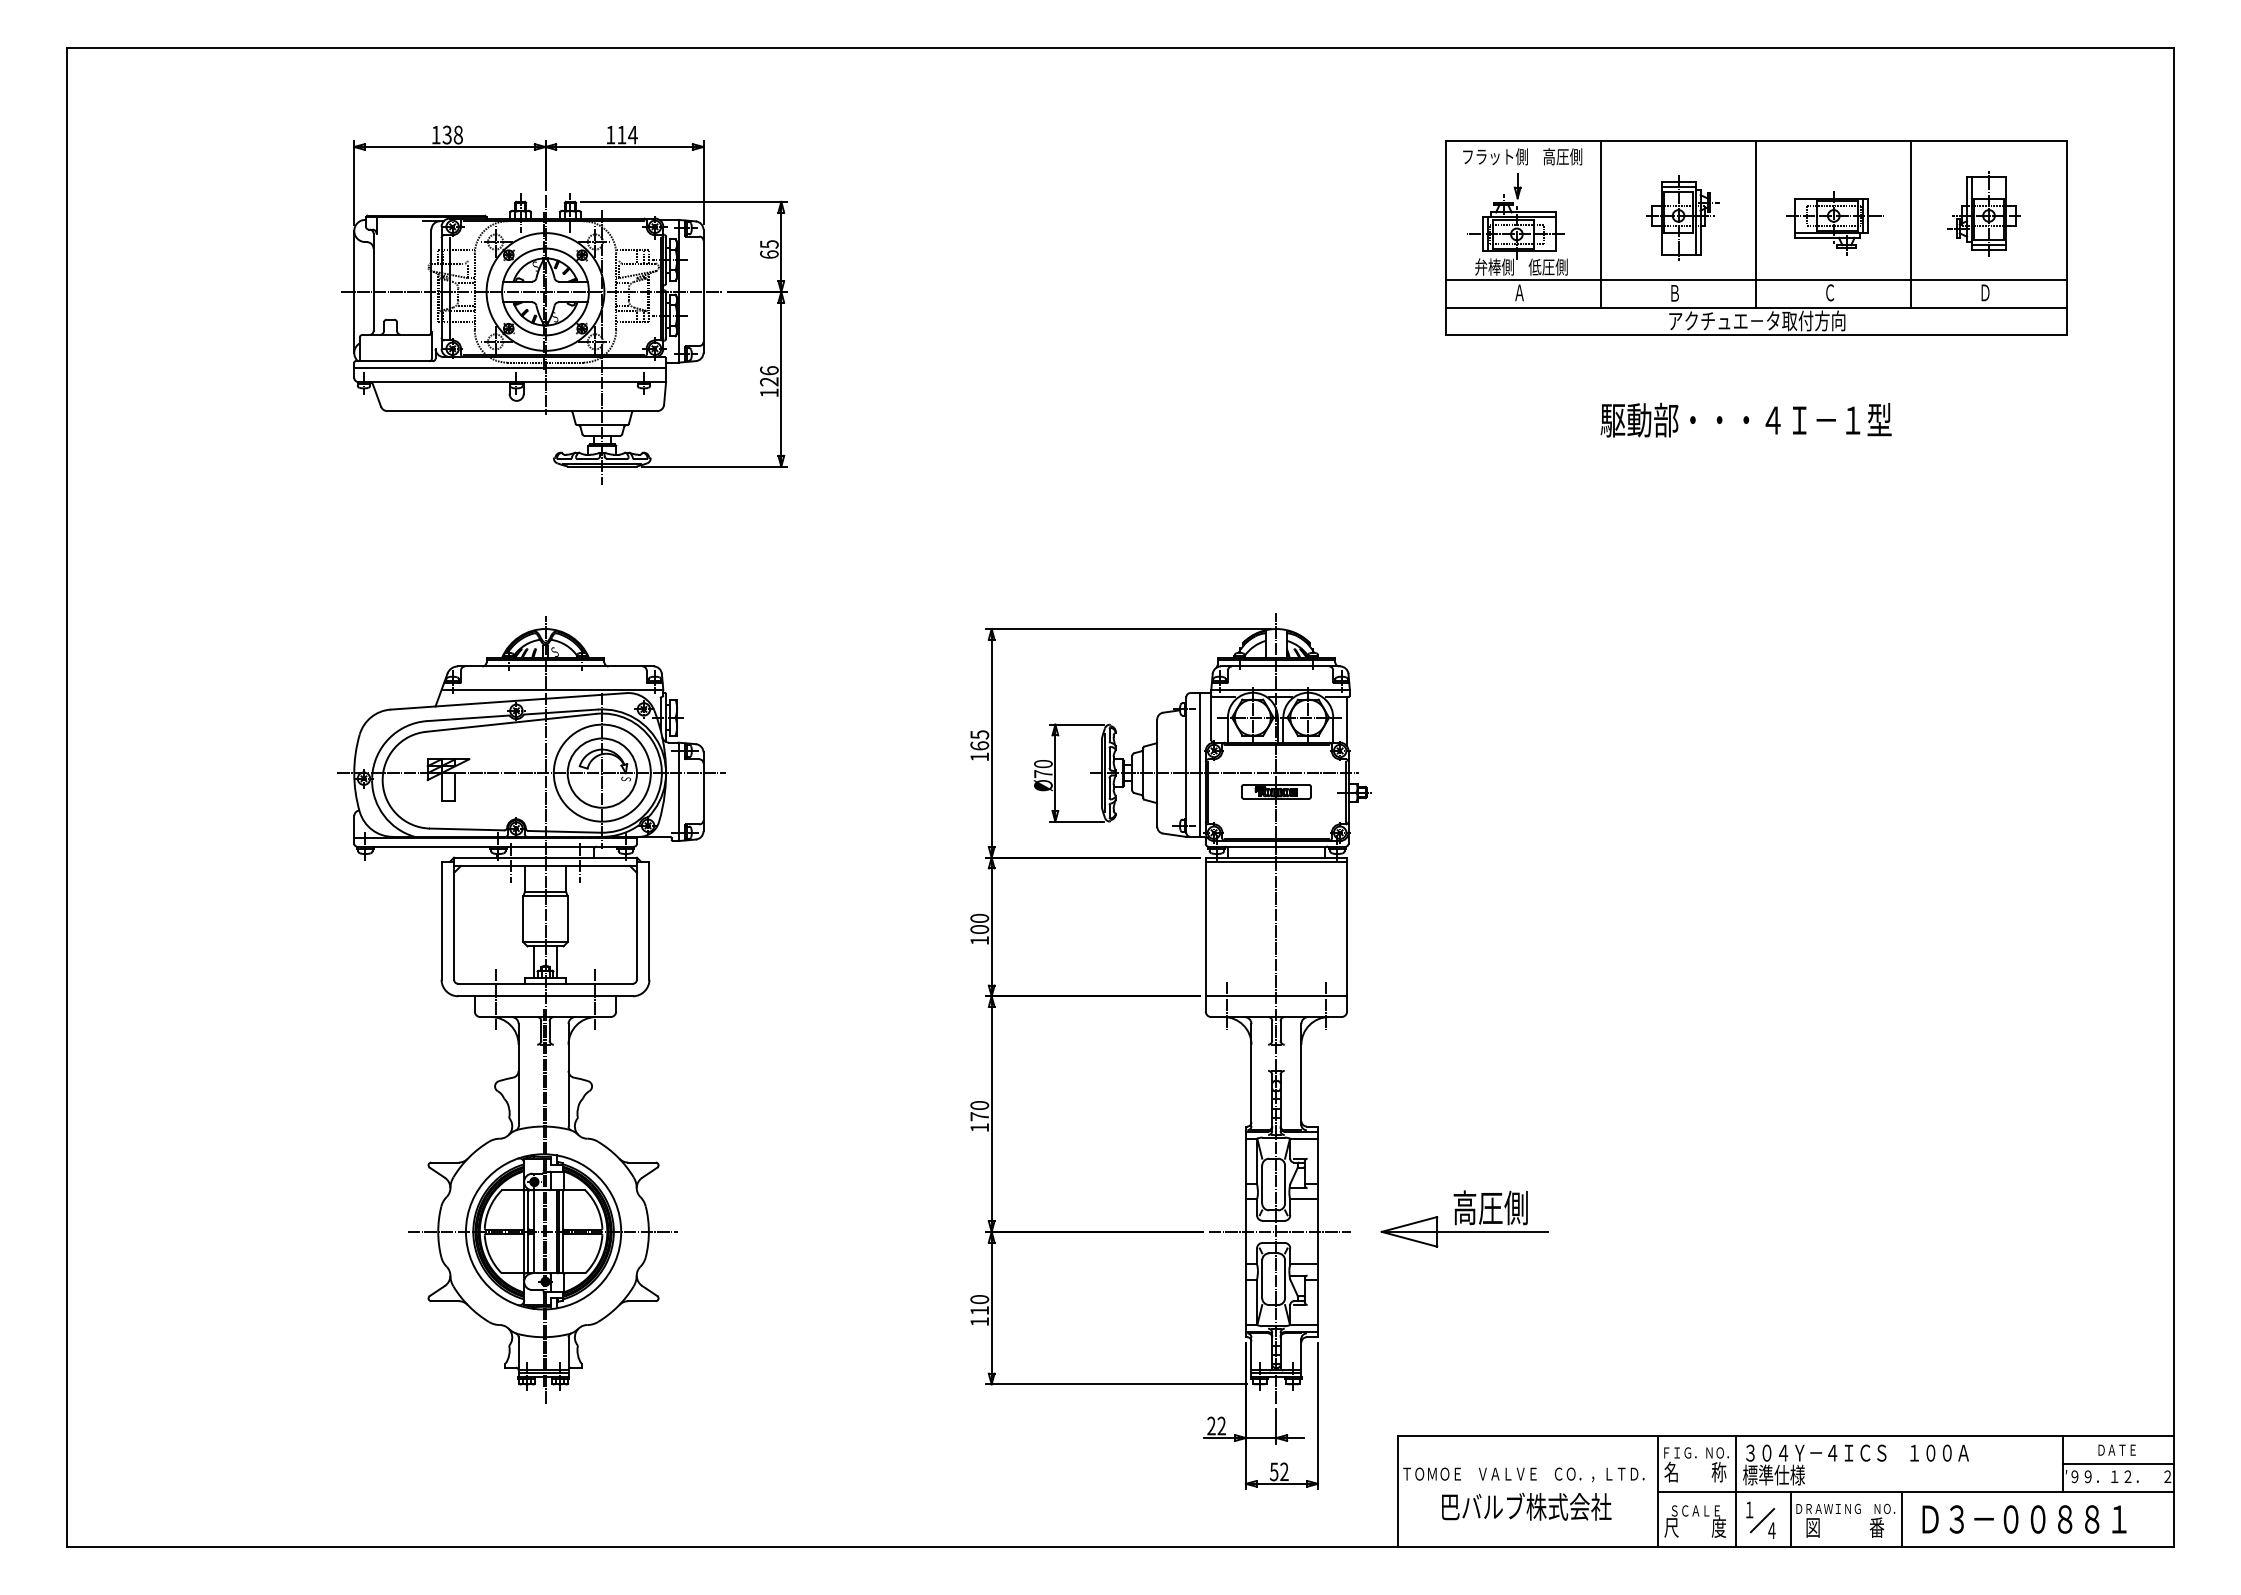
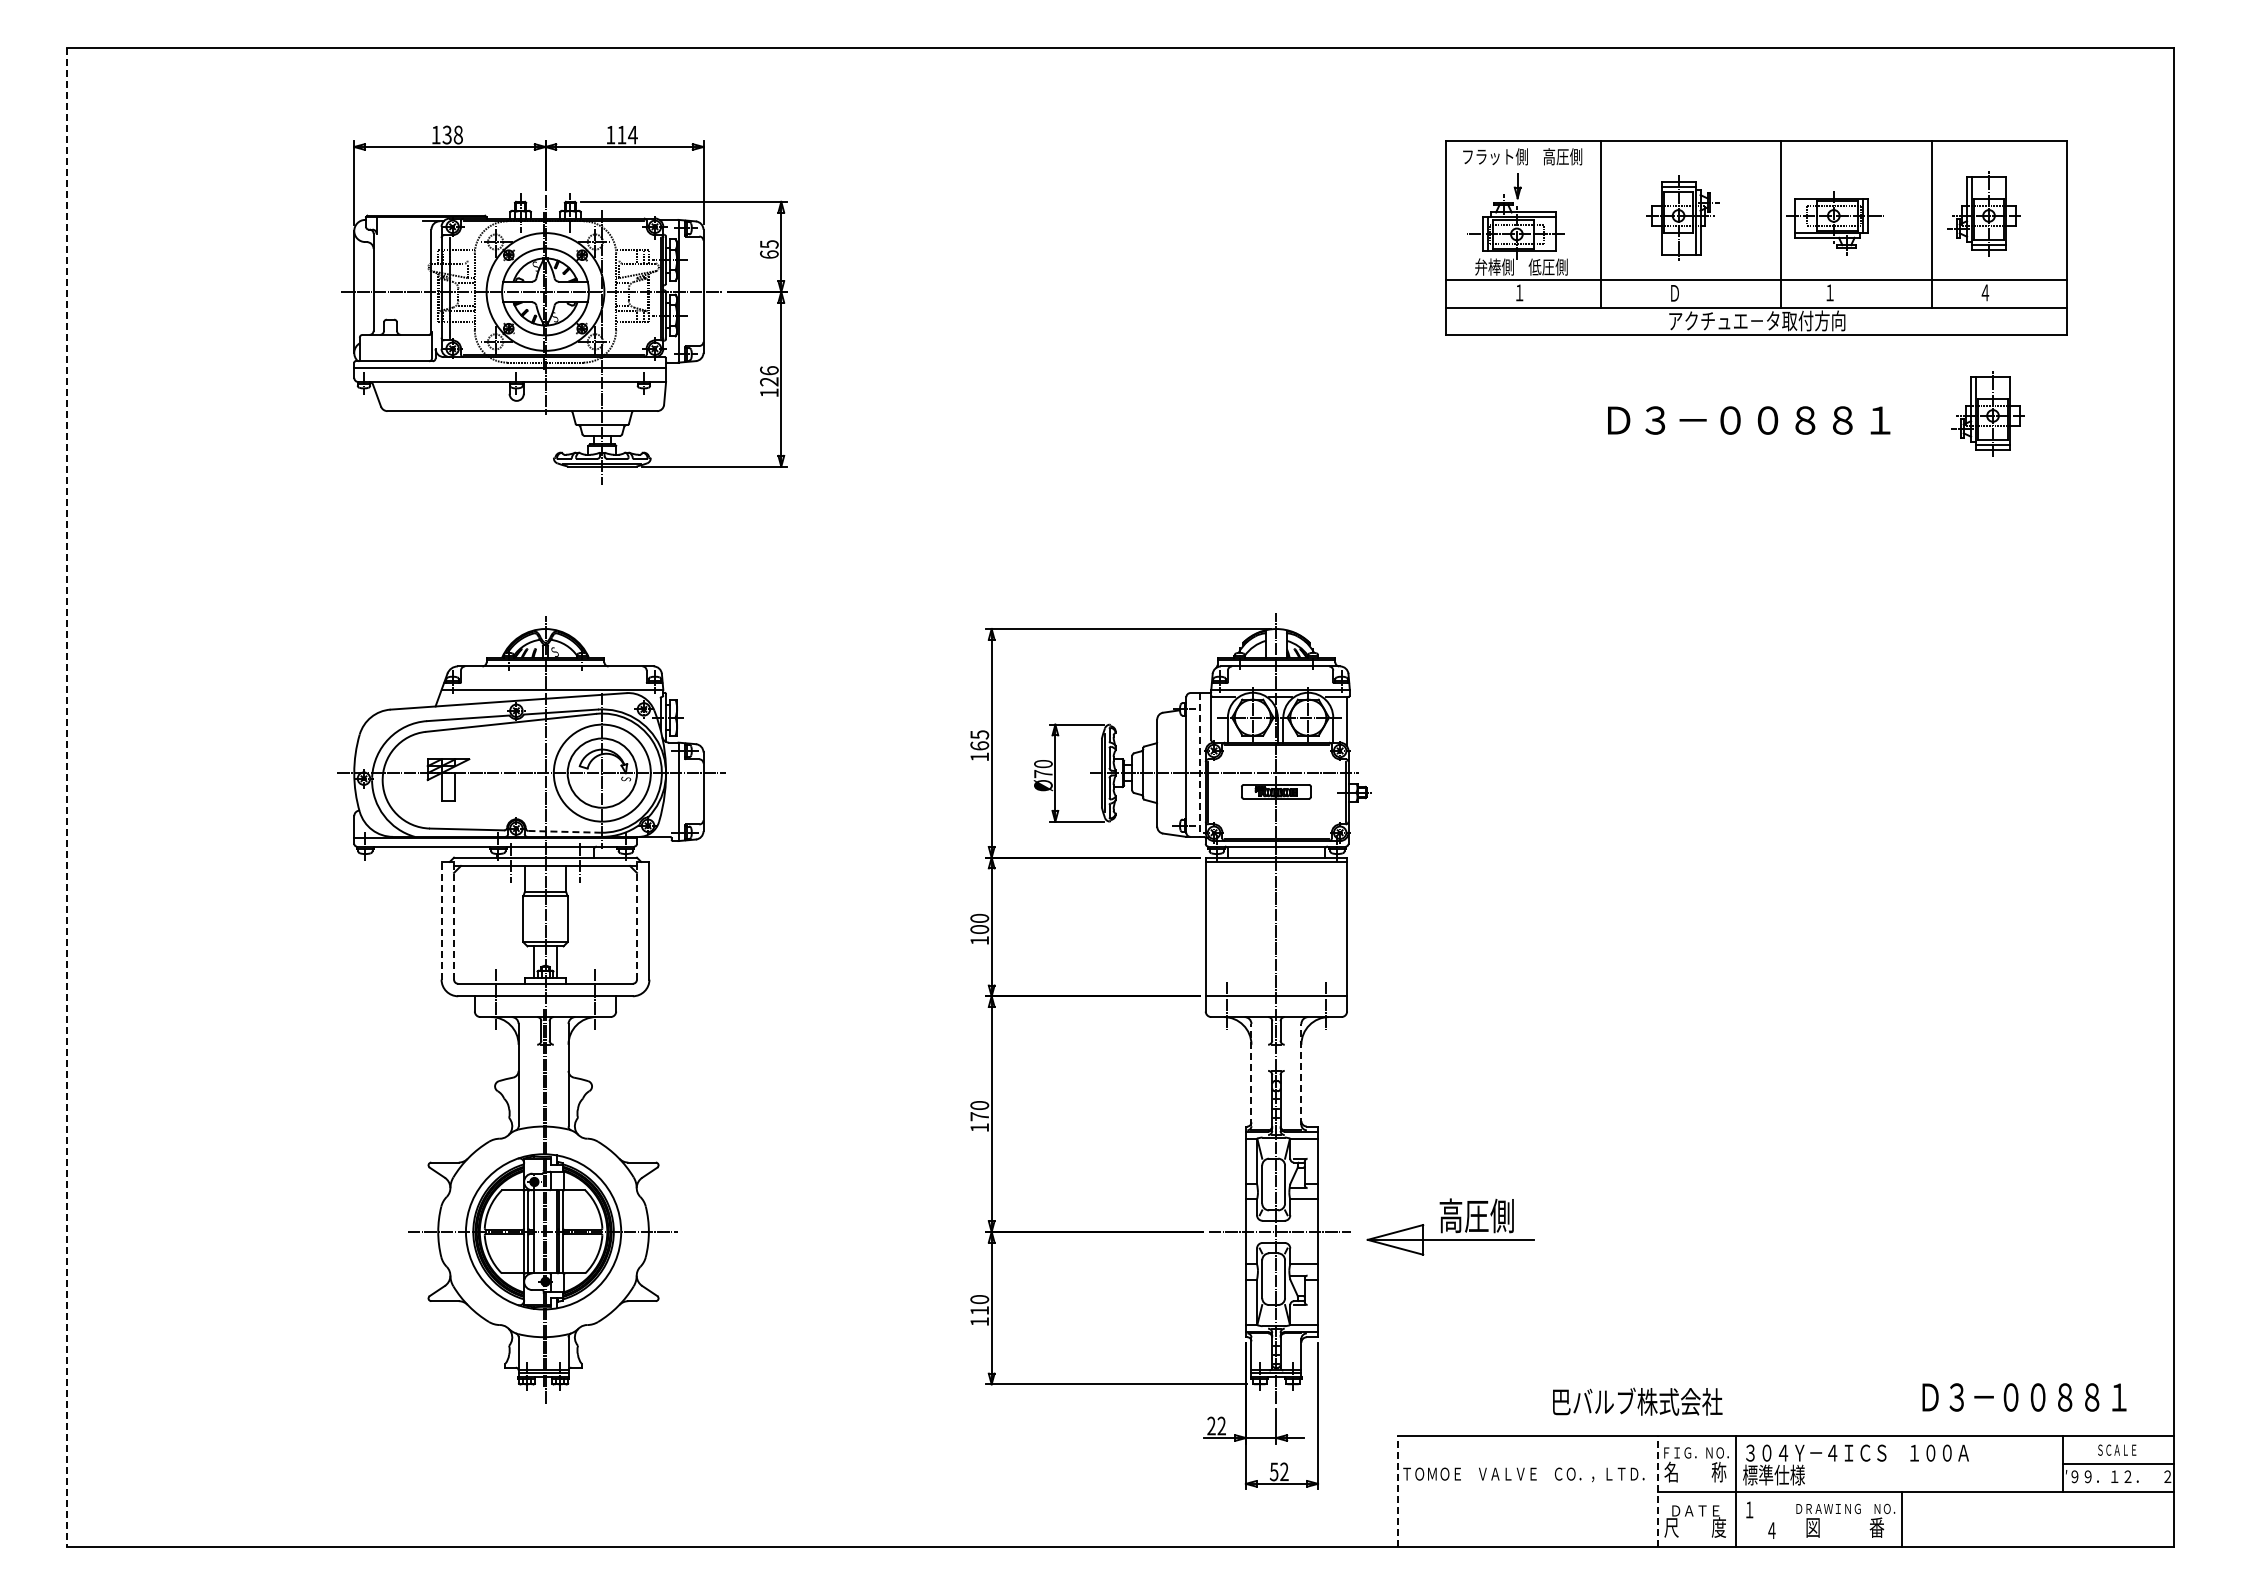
line at (1756, 224) position: (1756, 224) -> (1781, 224)
line at (1911, 224) position: (1911, 224) -> (1932, 224)
text at (1519, 292): Ａ -> １
text at (1830, 292): Ｃ -> １
text at (1985, 292): Ｄ -> ４
text at (1674, 293): Ｂ -> Ｄ
part at (1987, 413): none -> present
text at (1745, 419): 駆動部・・・４Ｉ－１型 -> Ｄ３－００８８１
line at (1200, 764): solid -> dashed
line at (67, 797): solid -> dashed
line at (565, 831): solid -> dashed
line at (454, 918): solid -> dashed
line at (636, 918): solid -> dashed
line at (441, 920): solid -> dashed
line at (1301, 1073): solid -> dashed
line at (1251, 1074): solid -> dashed
part at (1464, 1218) position: (1464, 1218) -> (1450, 1226)
text at (2117, 1449): ＤＡＴＥ -> ＳＣＡＬＥ
line at (1397, 1491): solid -> dashed
line at (1658, 1491): solid -> dashed
text at (1526, 1506) position: (1526, 1506) -> (1637, 1401)
text at (1695, 1510): ＳＣＡＬＥ -> ＤＡＴＥ
line at (1791, 1519): present -> none
text at (2024, 1519) position: (2024, 1519) -> (2024, 1397)
line at (1762, 1520): present -> none
